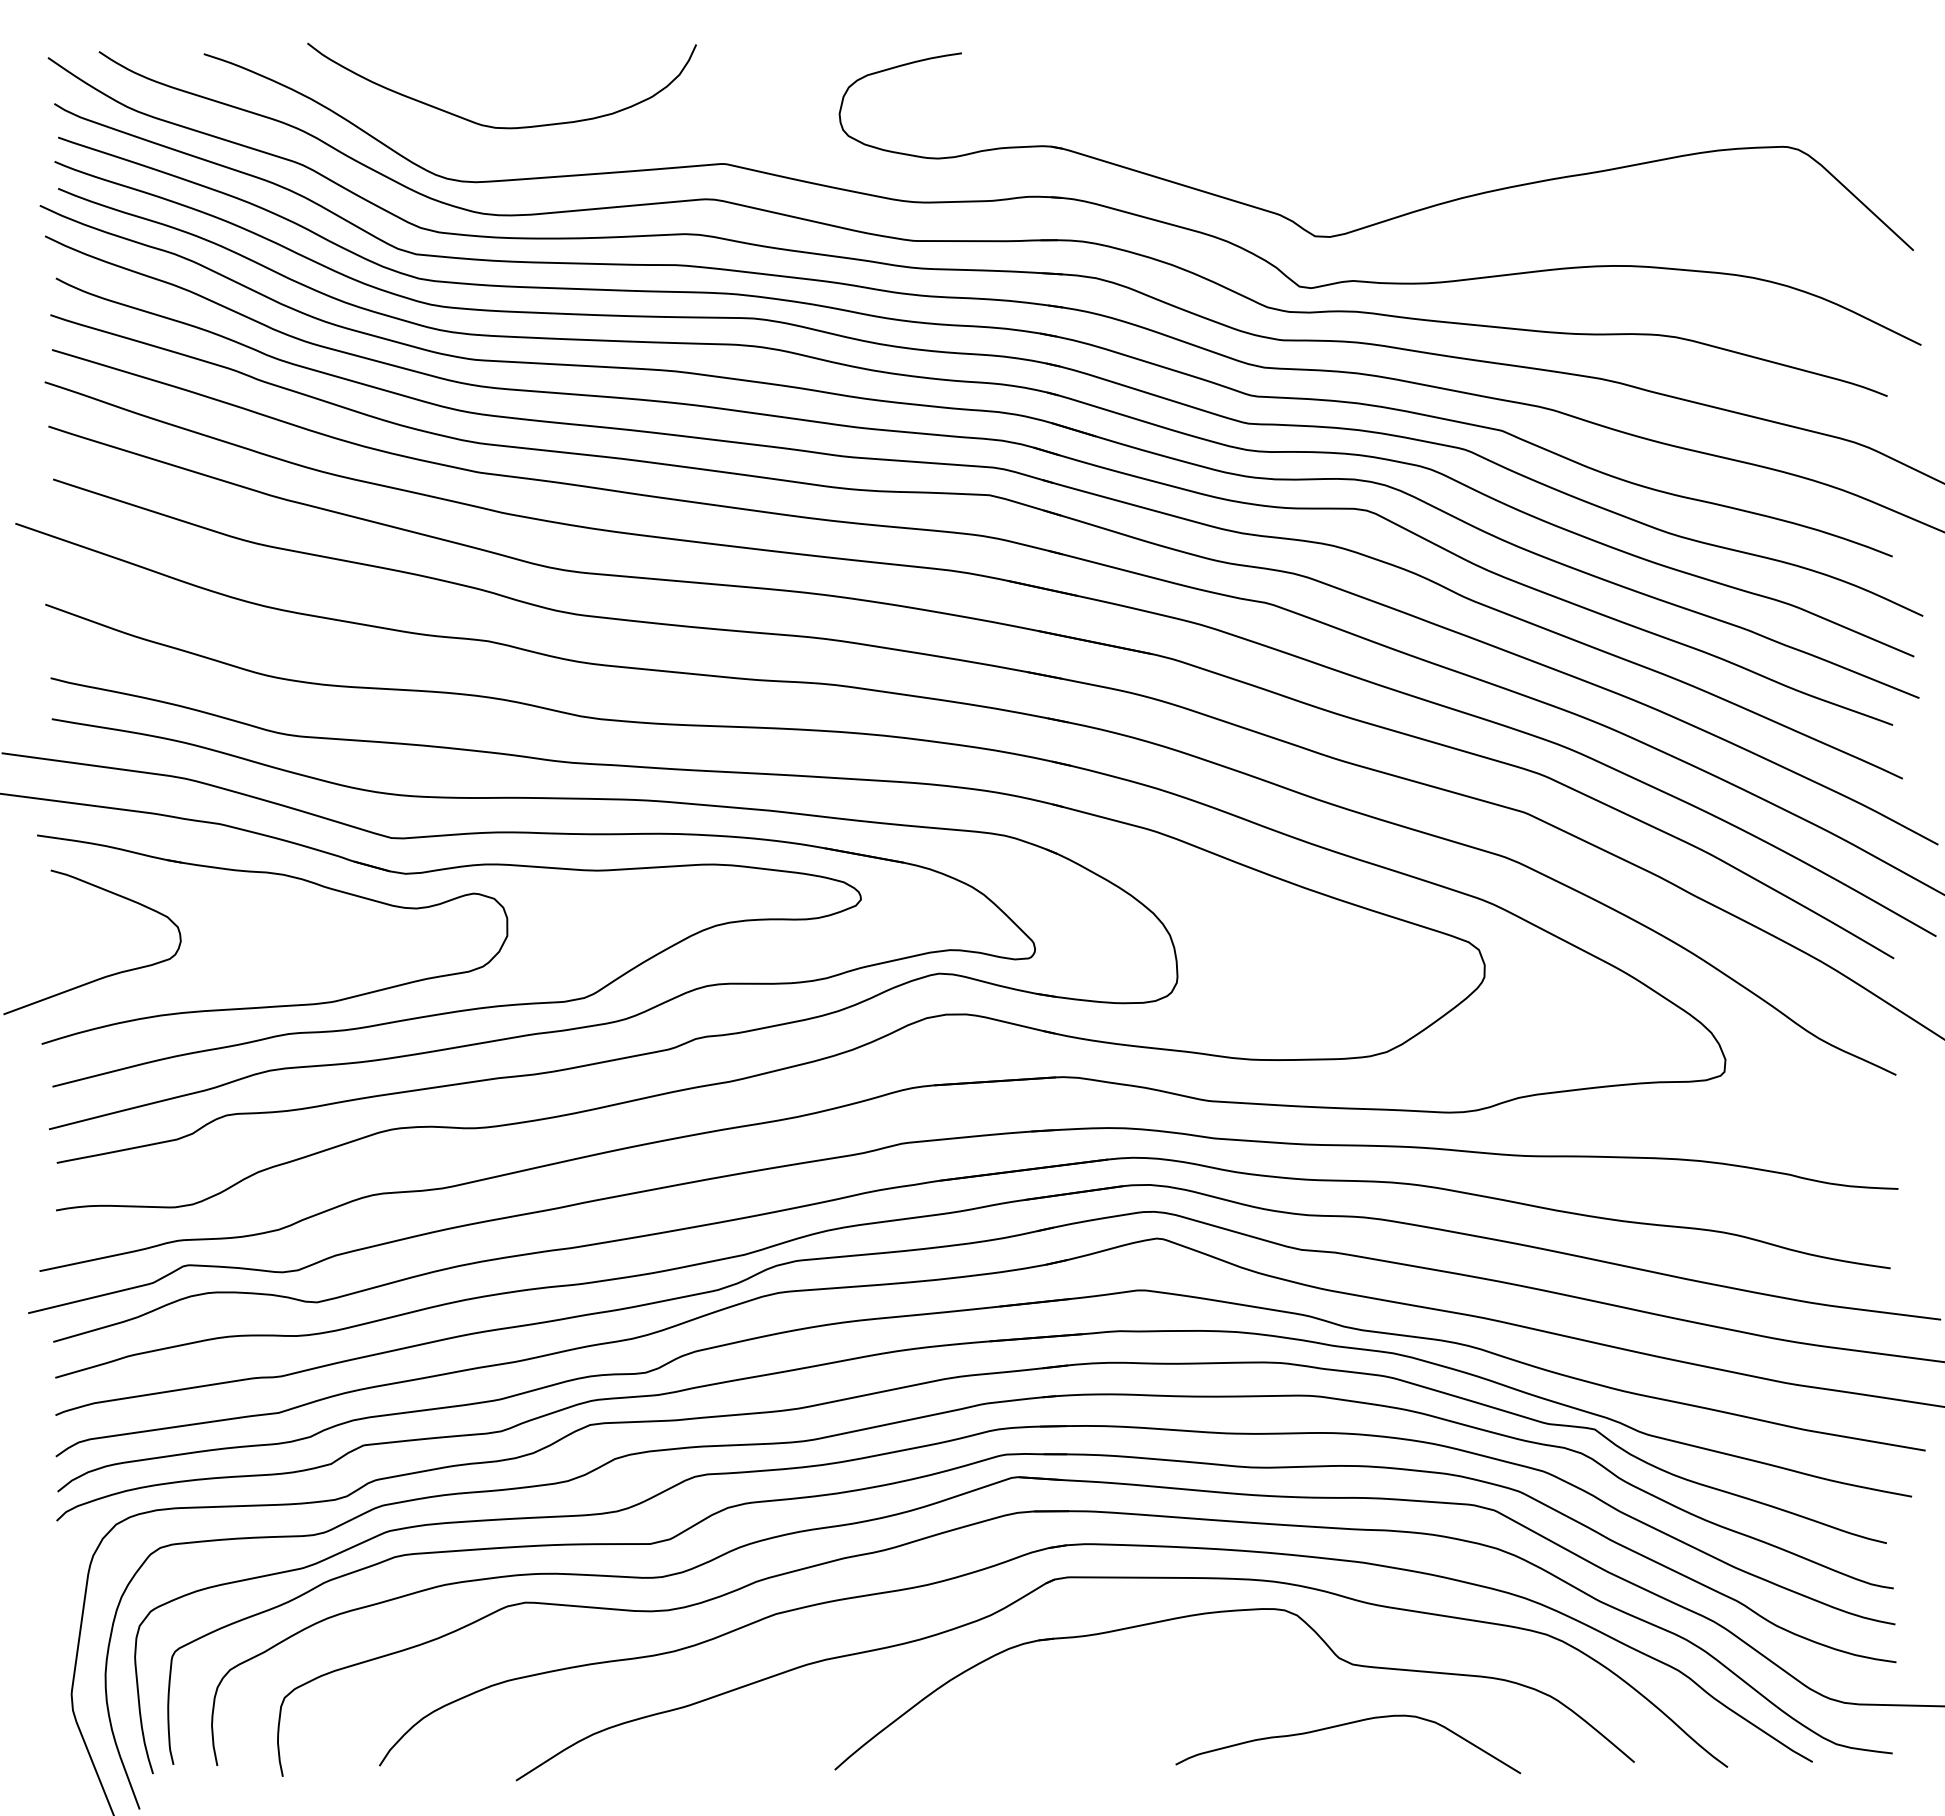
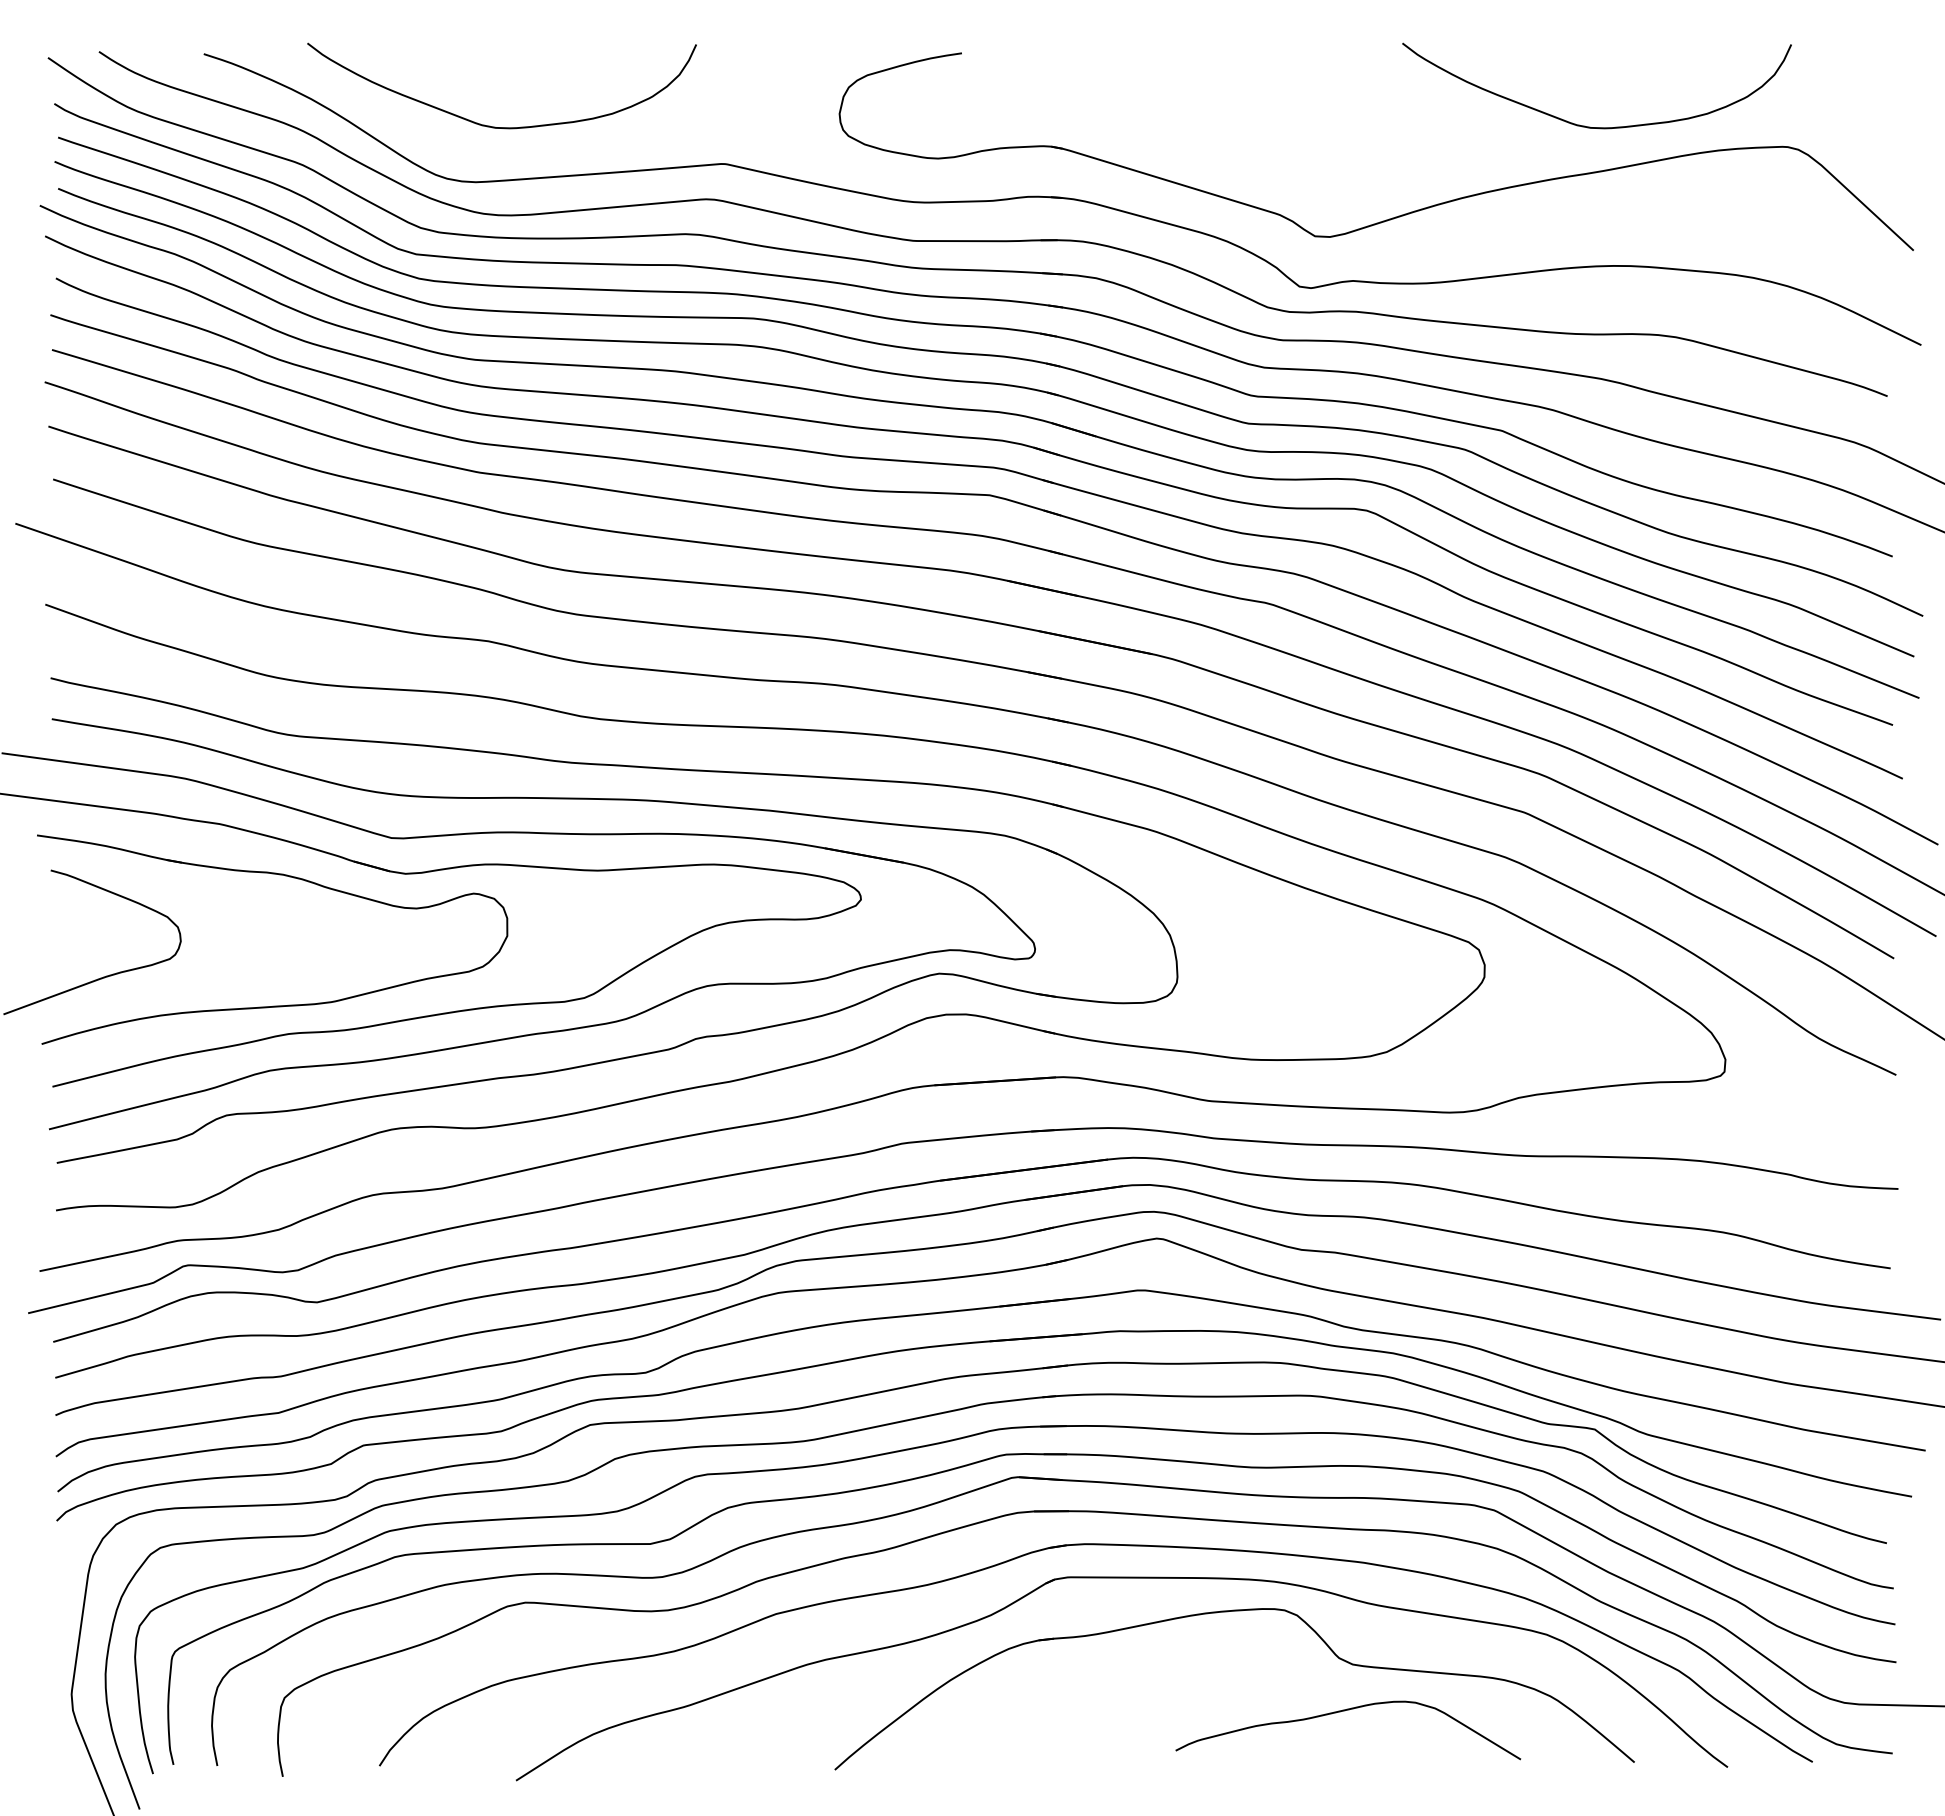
curve at (1590, 126): none -> present
curve at (1344, 1725) position: (1344, 1725) -> (1344, 1711)
